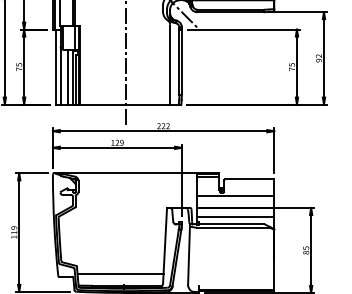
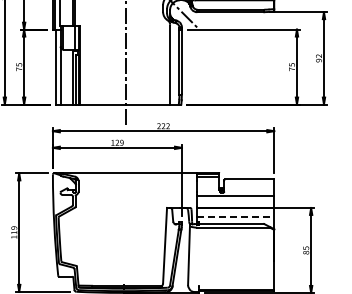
line at (67, 76): present -> none
line at (235, 217): solid -> dashed
line at (120, 274): present -> none
